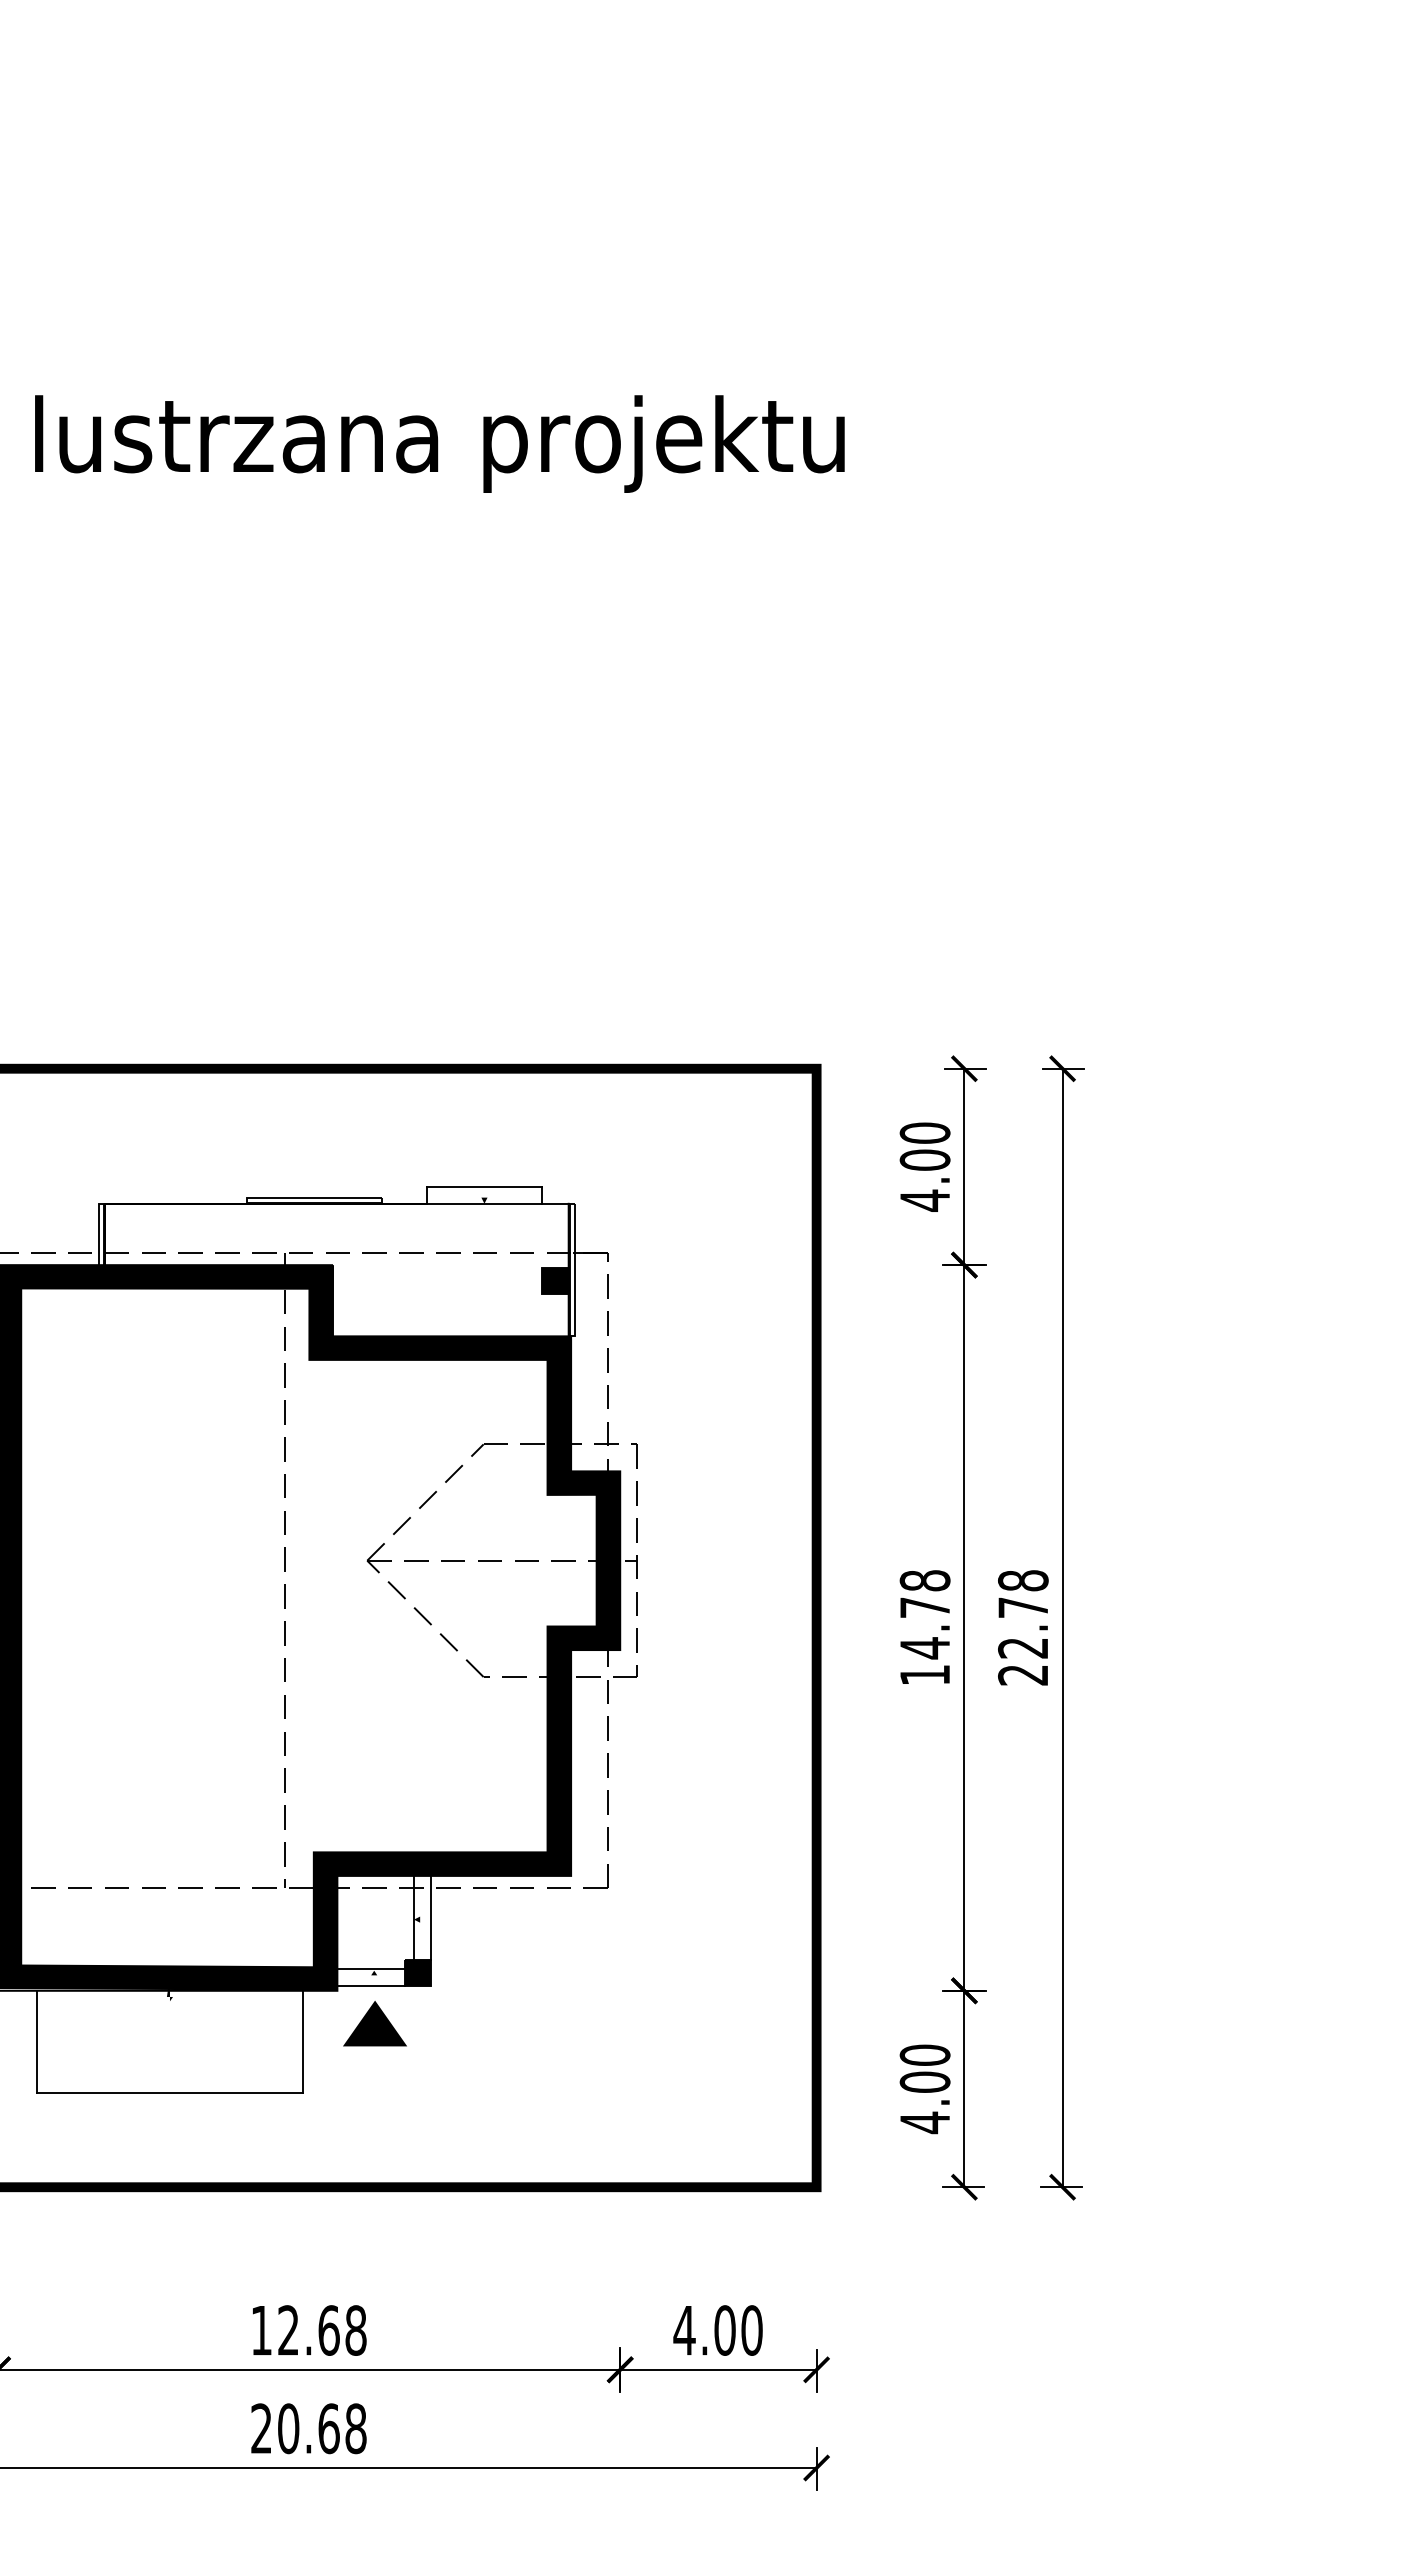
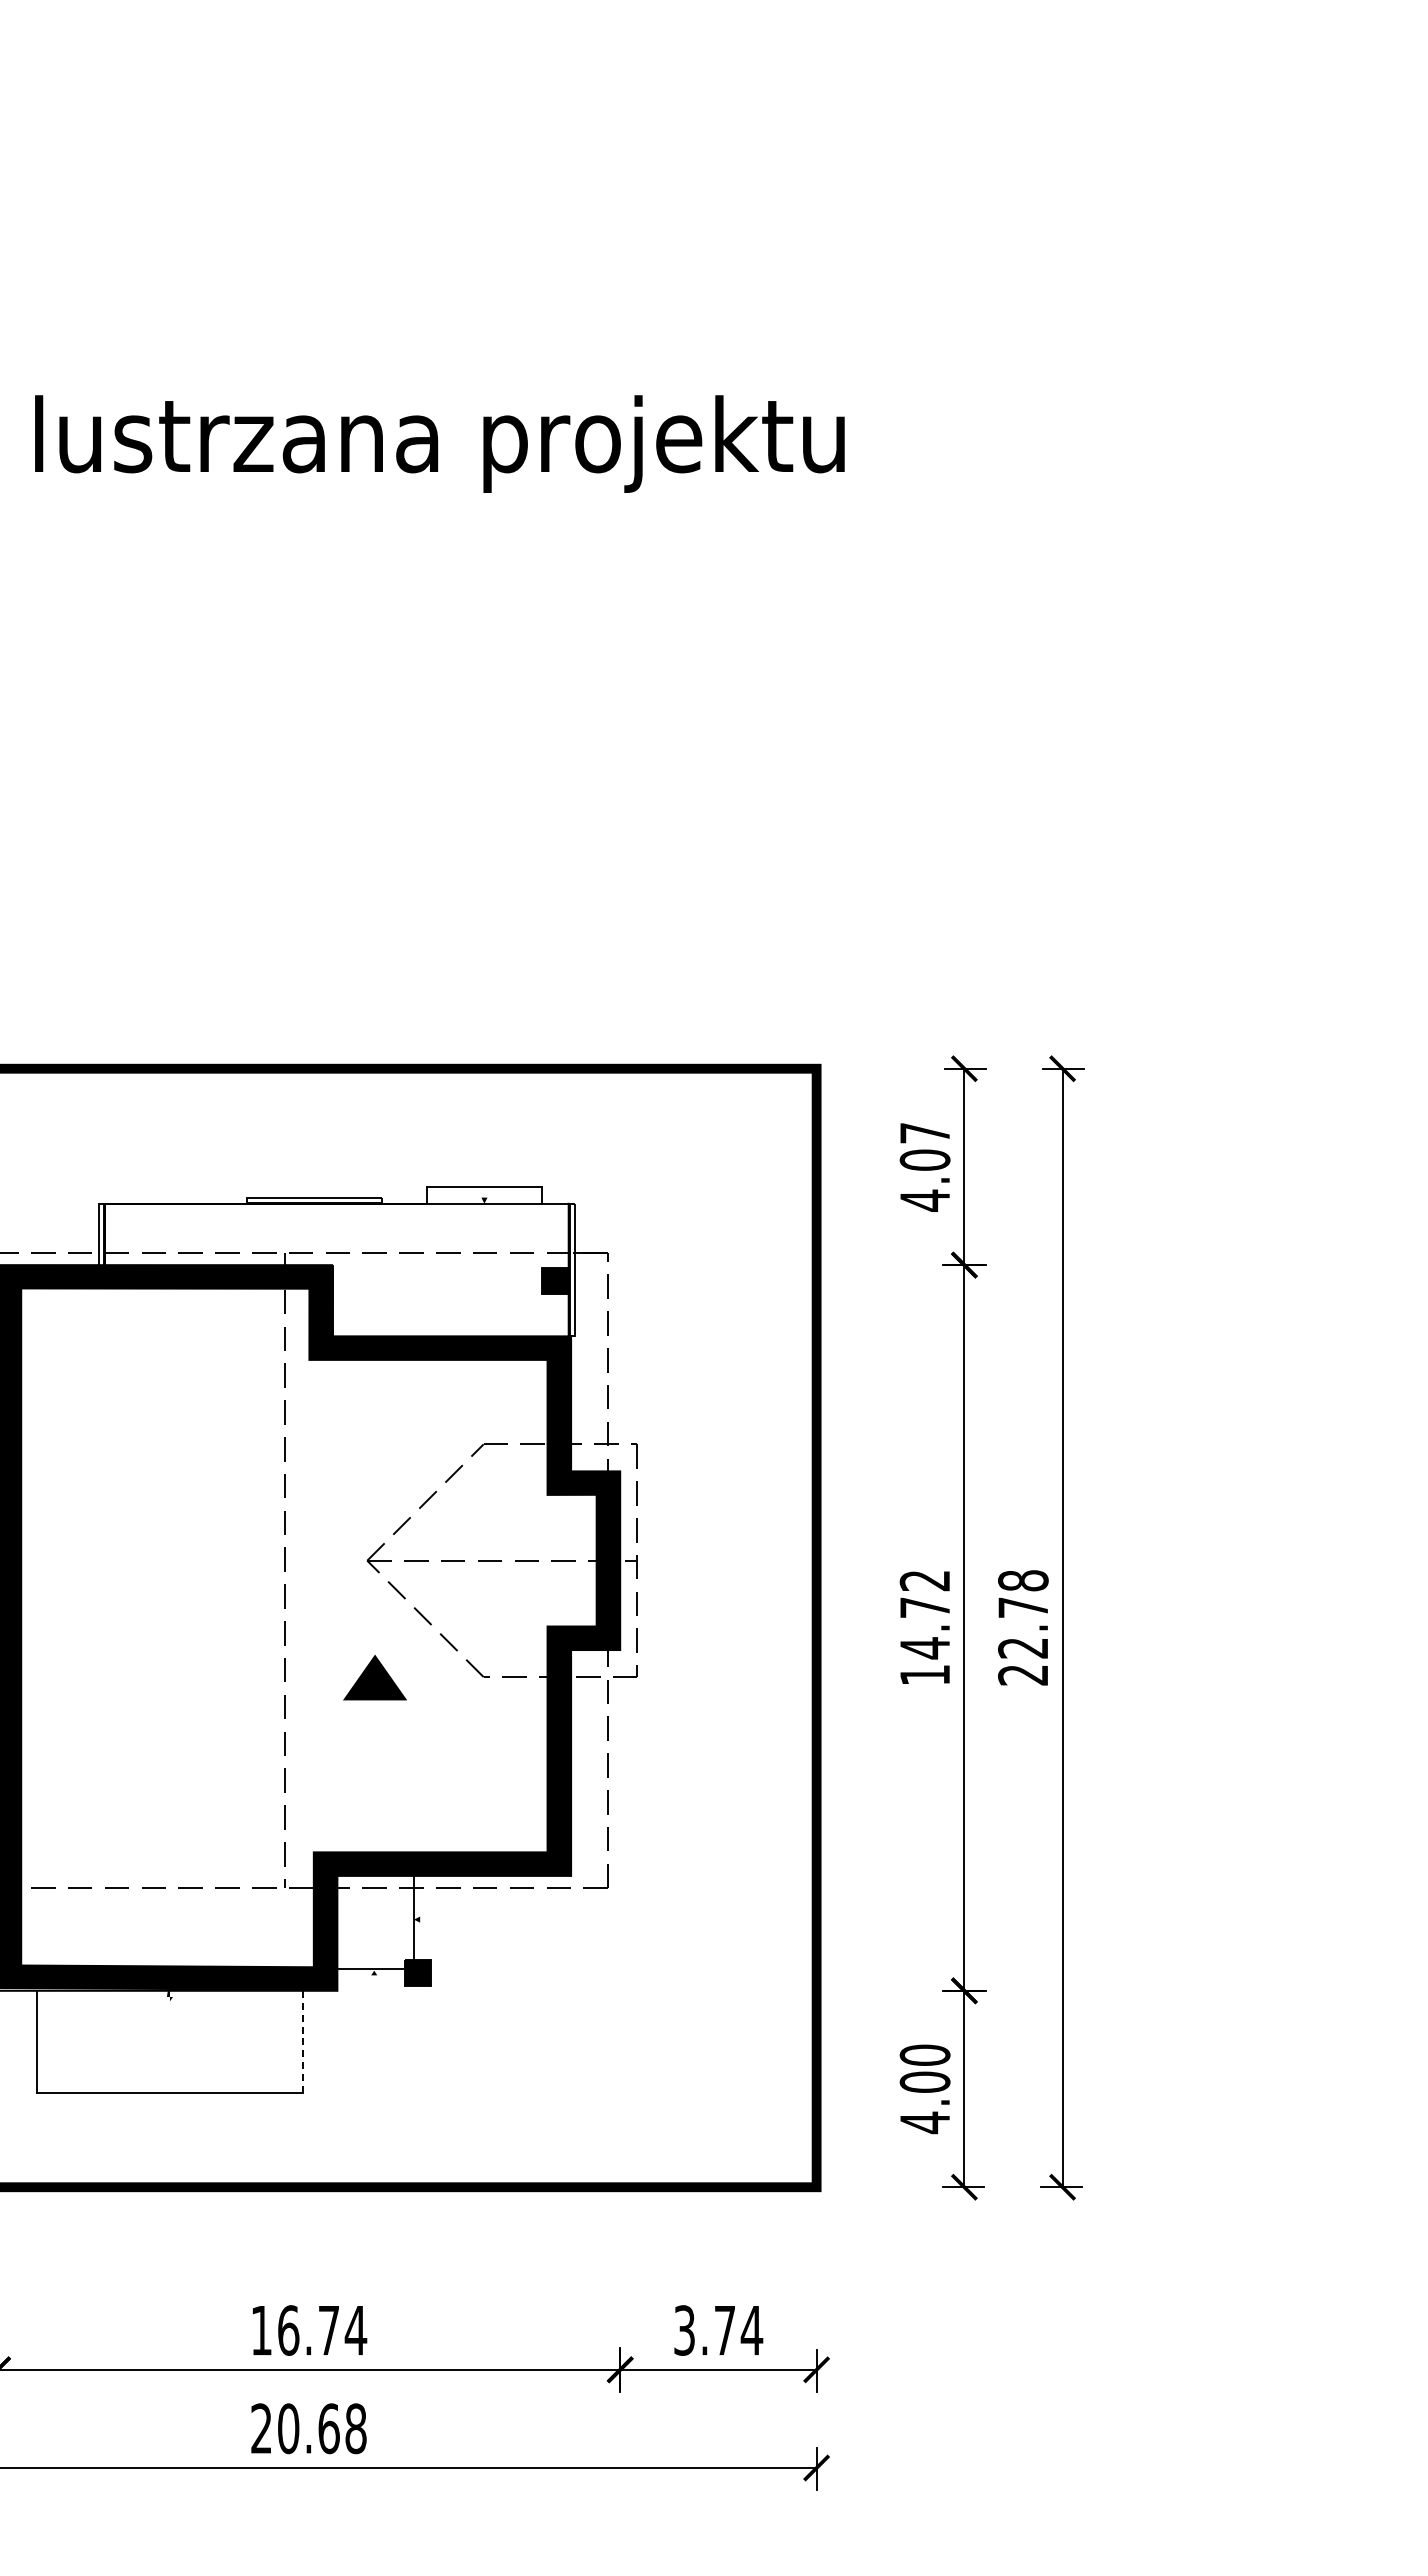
text at (924, 1132): 4.00 -> 4.07
text at (924, 1580): 14.78 -> 14.72
line at (431, 1916): present -> none
line at (370, 1986): present -> none
part at (374, 2023) position: (374, 2023) -> (374, 1677)
line at (302, 2042): solid -> dashed
text at (322, 2330): 12.68 -> 16.74
text at (718, 2330): 4.00 -> 3.74
